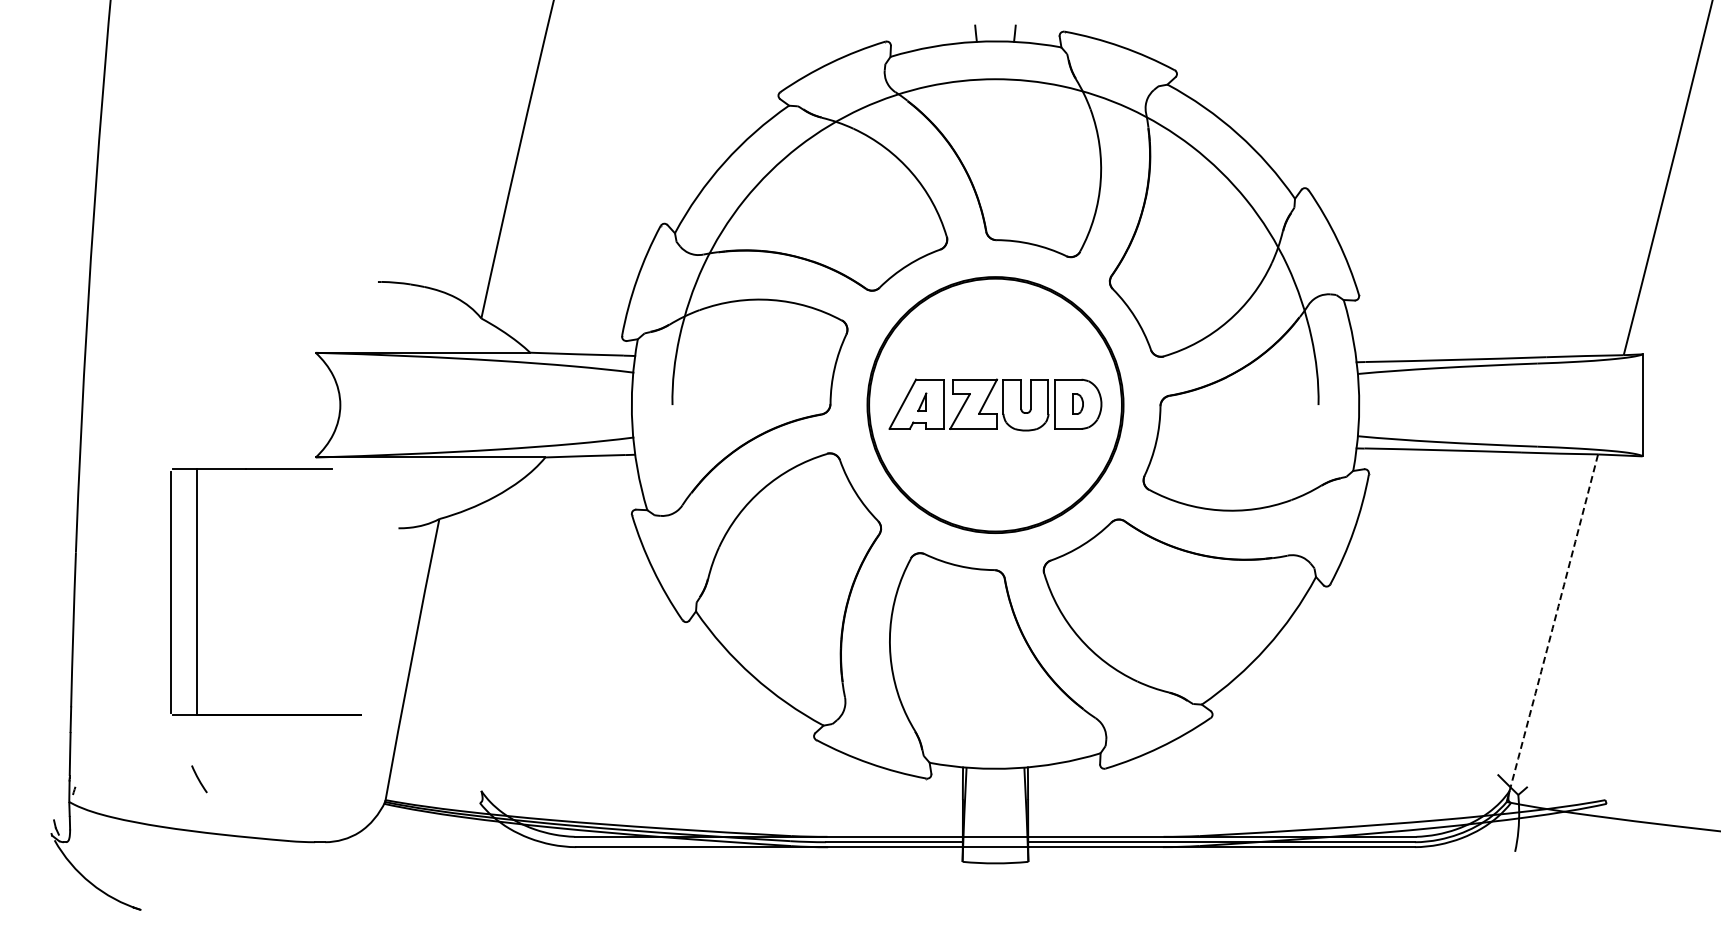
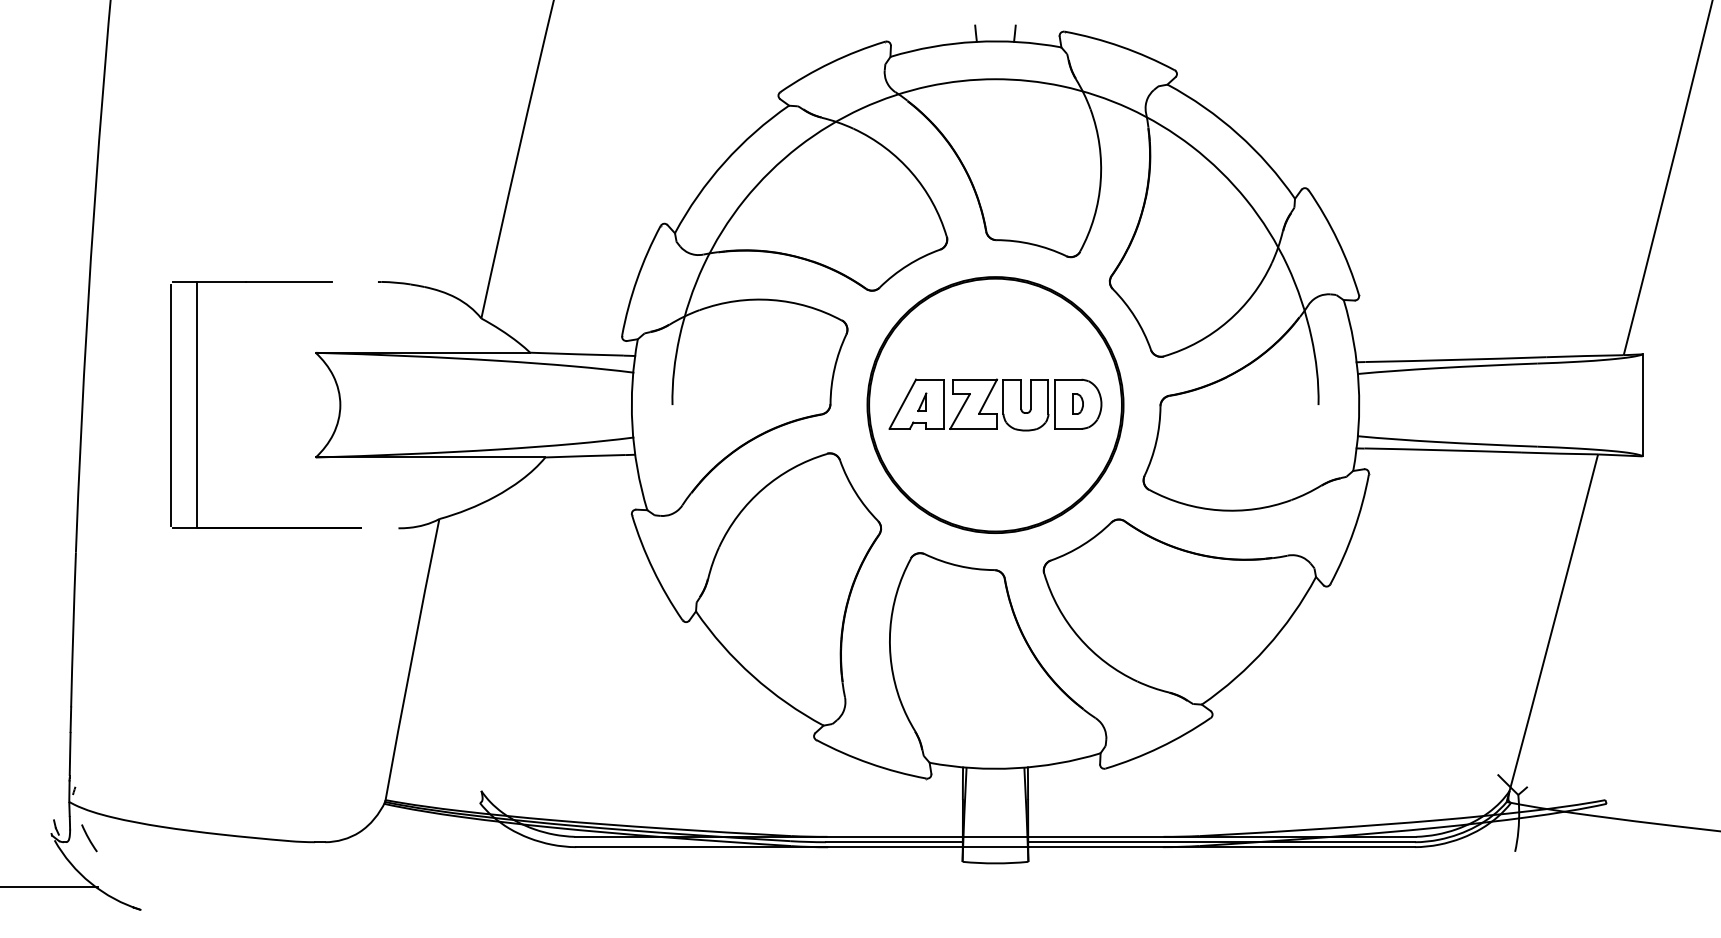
part at (197, 591) position: (197, 591) -> (197, 404)
arc at (1552, 628): dashed -> solid
line at (199, 779) position: (199, 779) -> (89, 838)
line at (49, 887): none -> present
